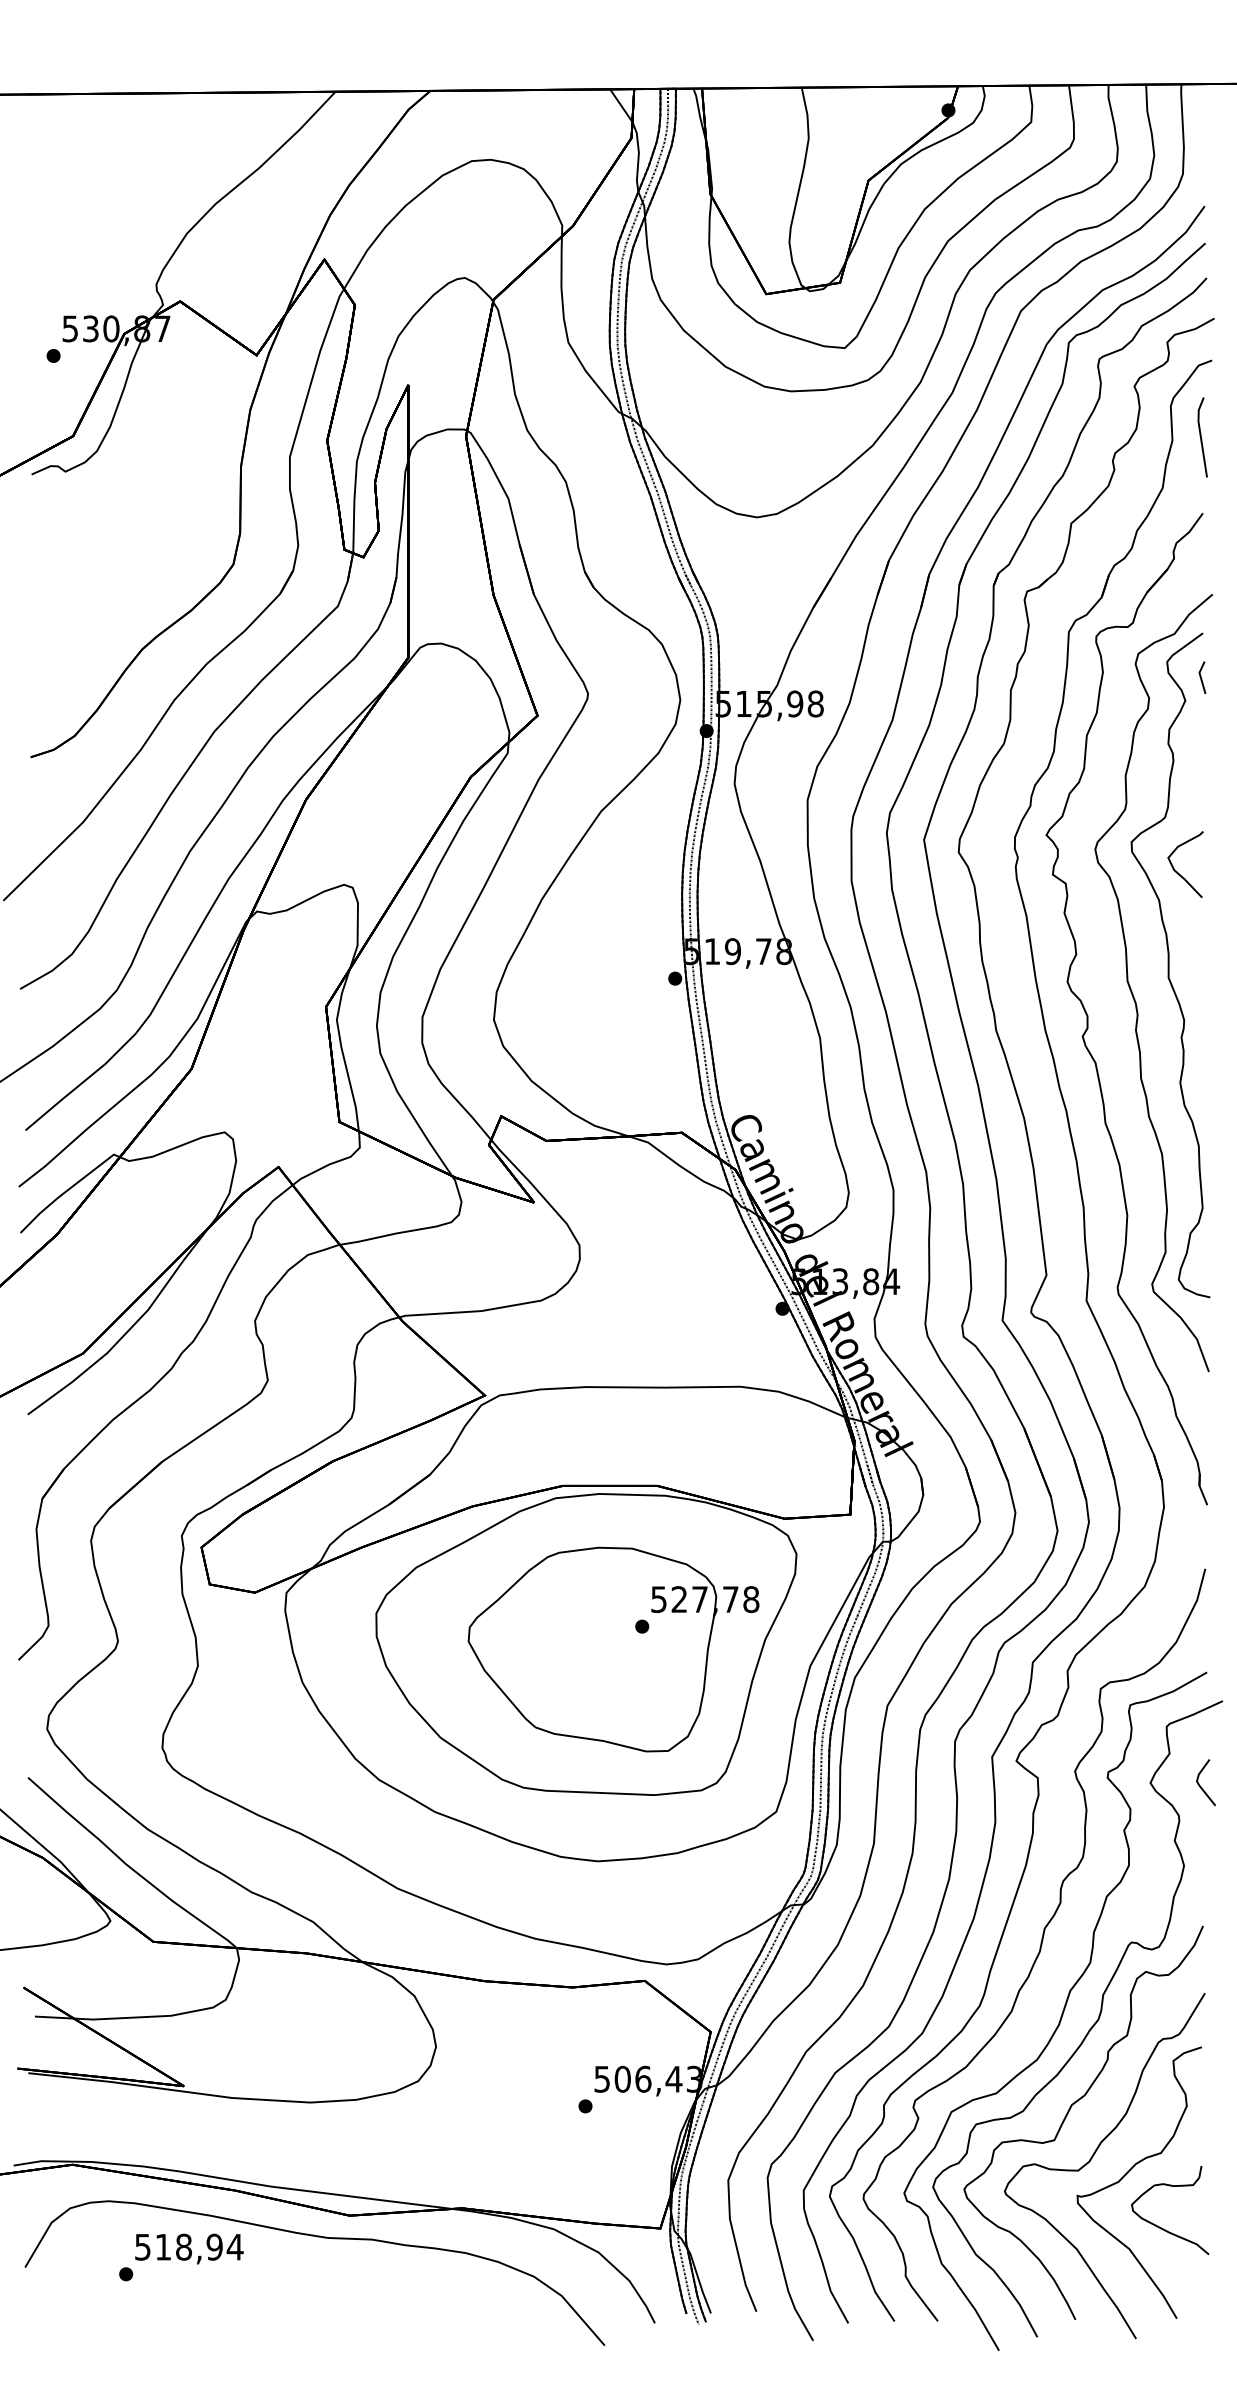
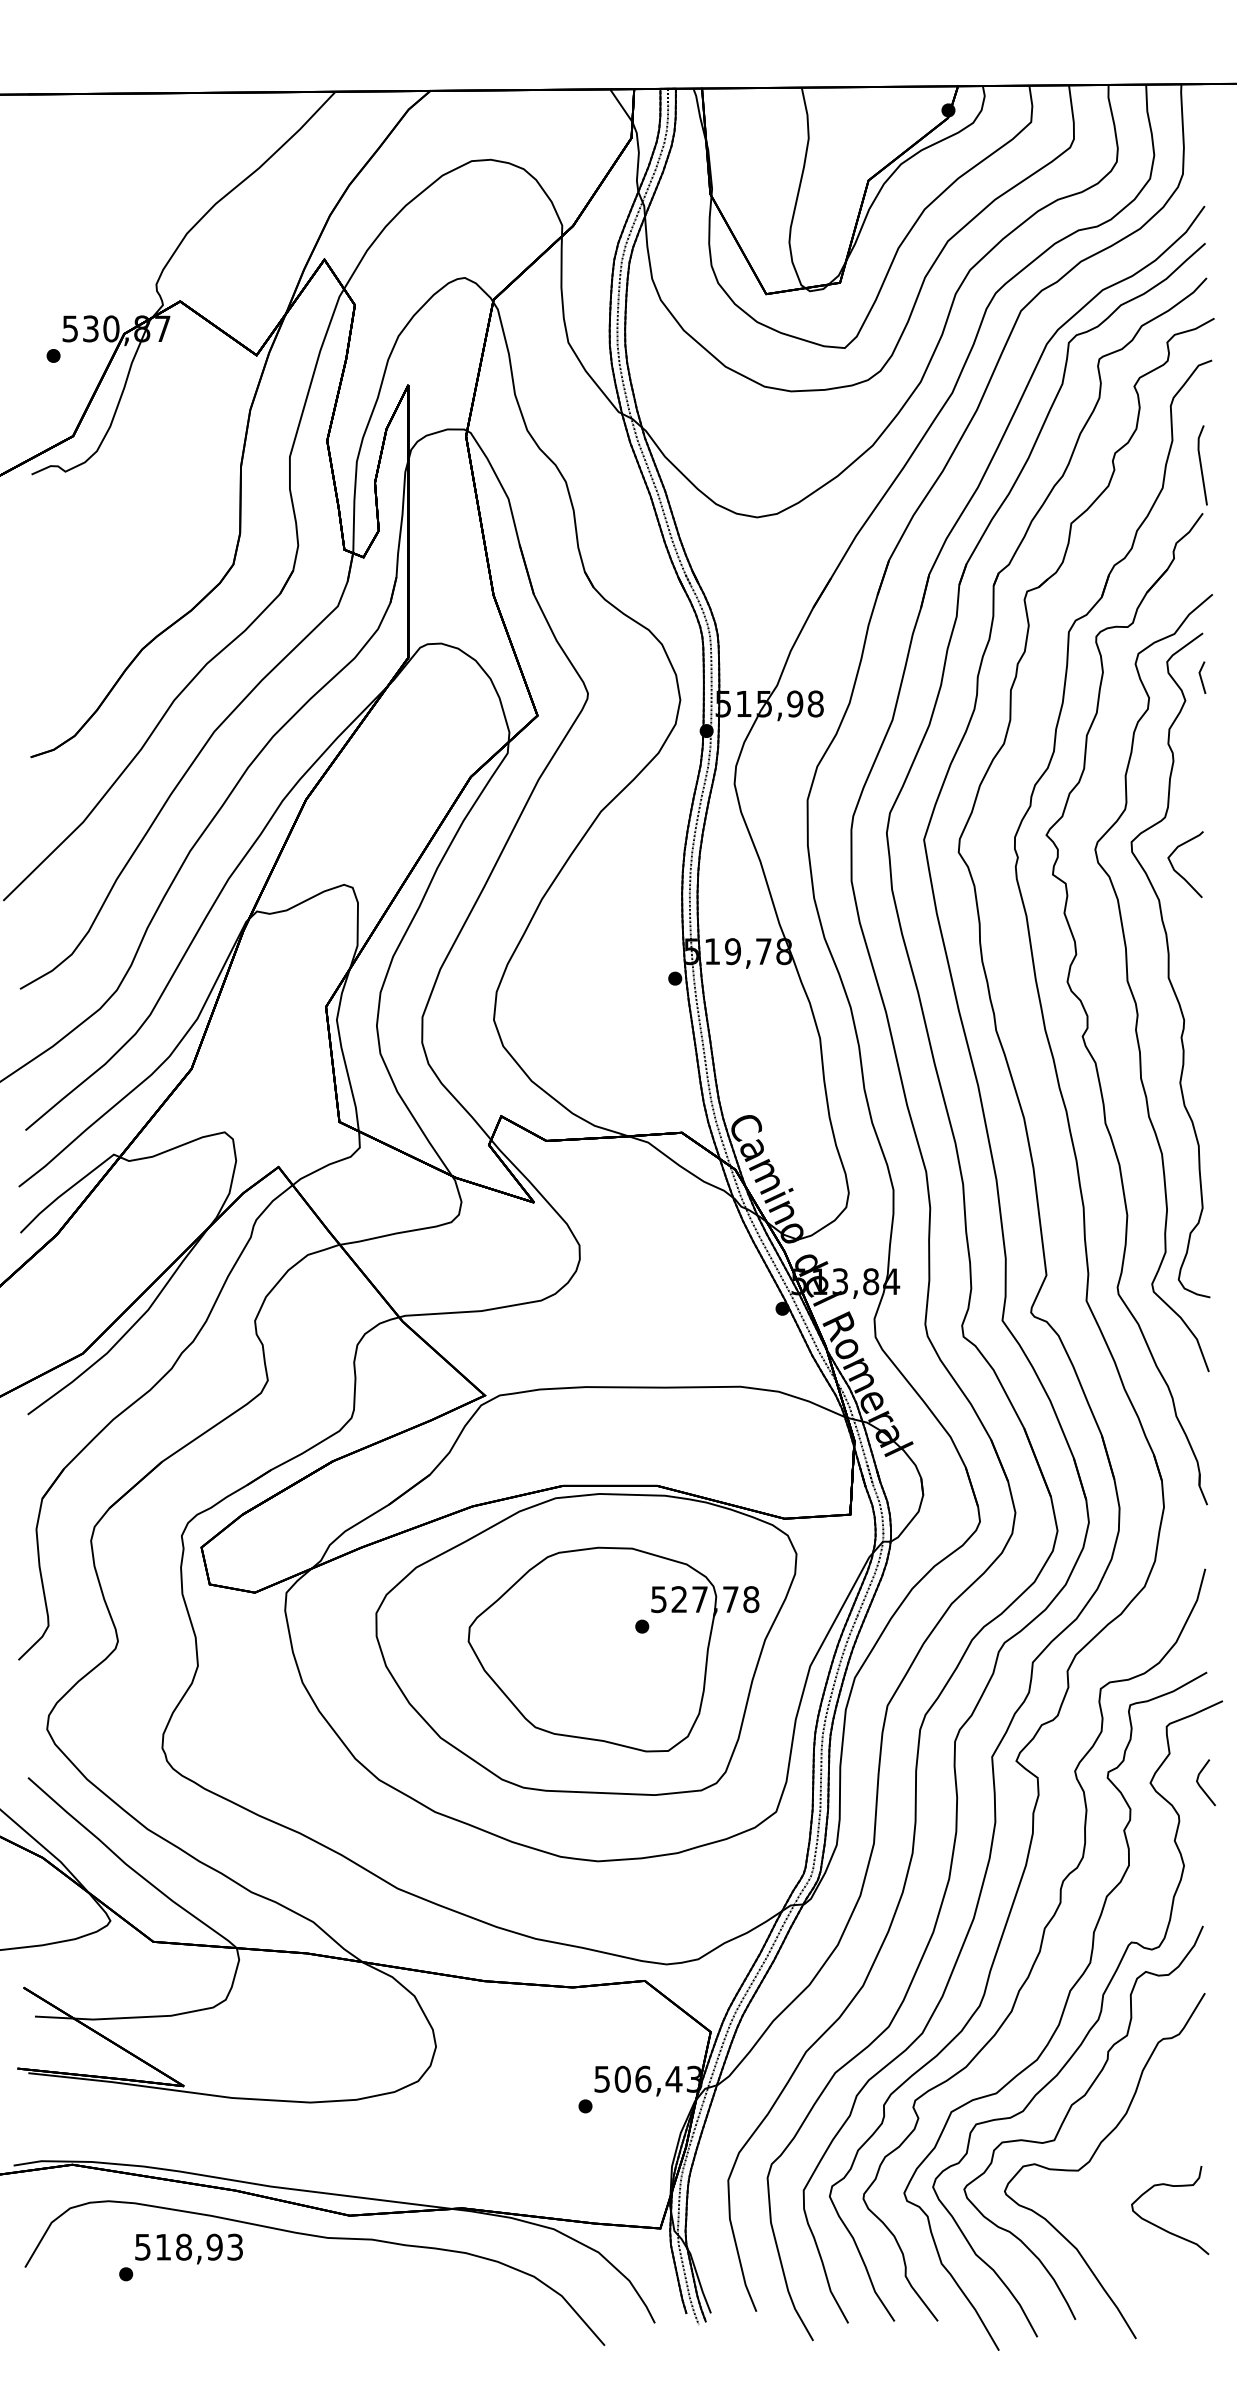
line at (1201, 437) position: (1201, 437) -> (1201, 465)
part at (1129, 2172): present -> none
text at (234, 2246): 518,94 -> 518,93
